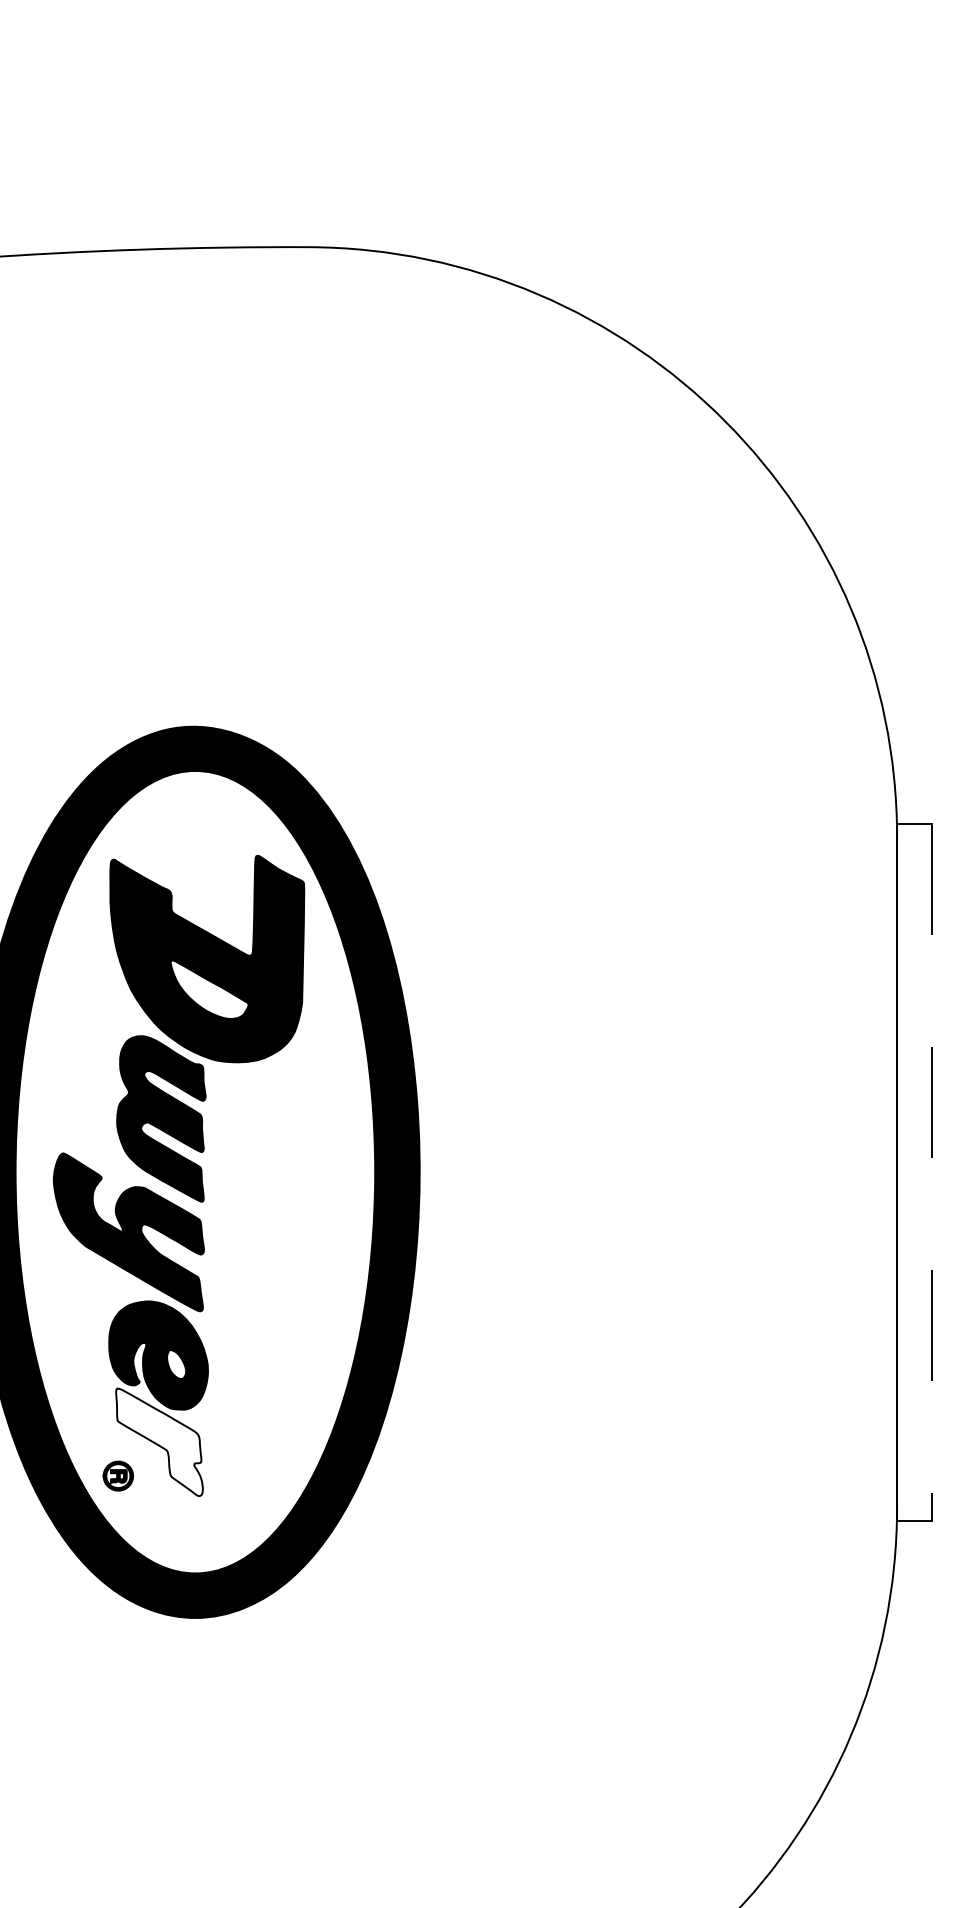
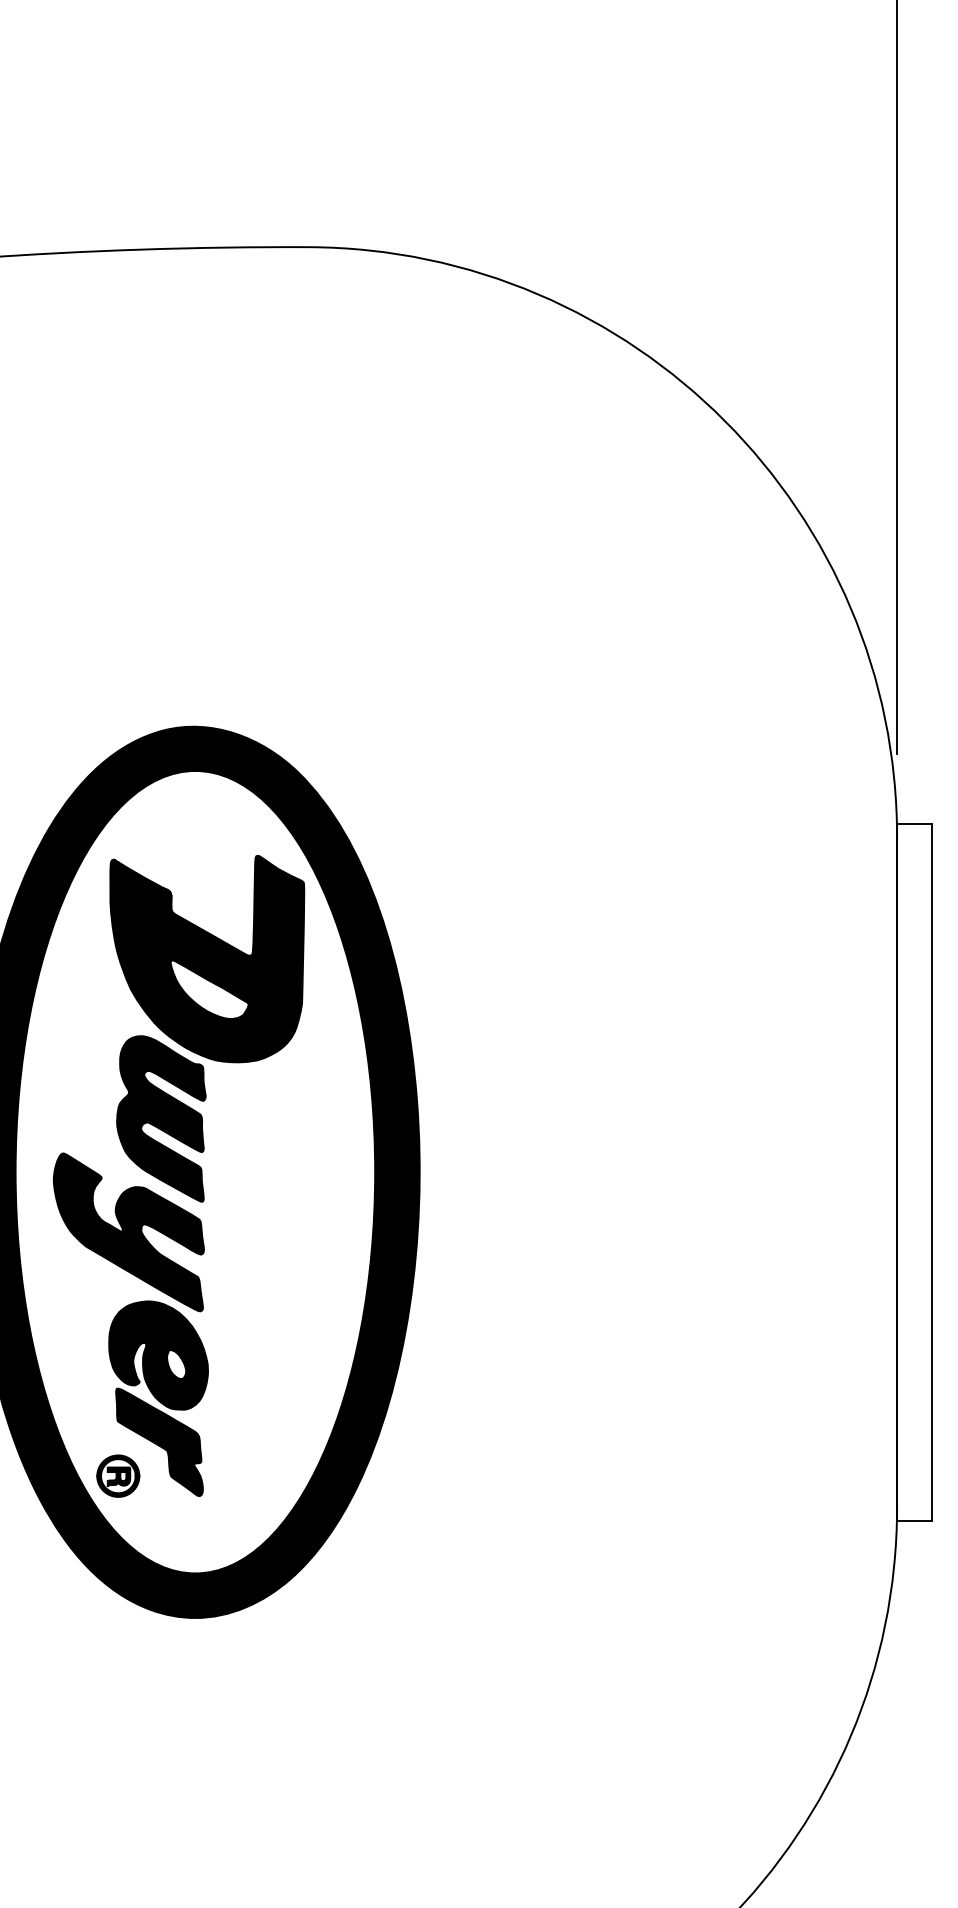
line at (897, 378): none -> present
line at (931, 1172): dashed -> solid
fill at (159, 1442): none -> present
part at (117, 1475) size: 32x32 px -> 45x44 px
